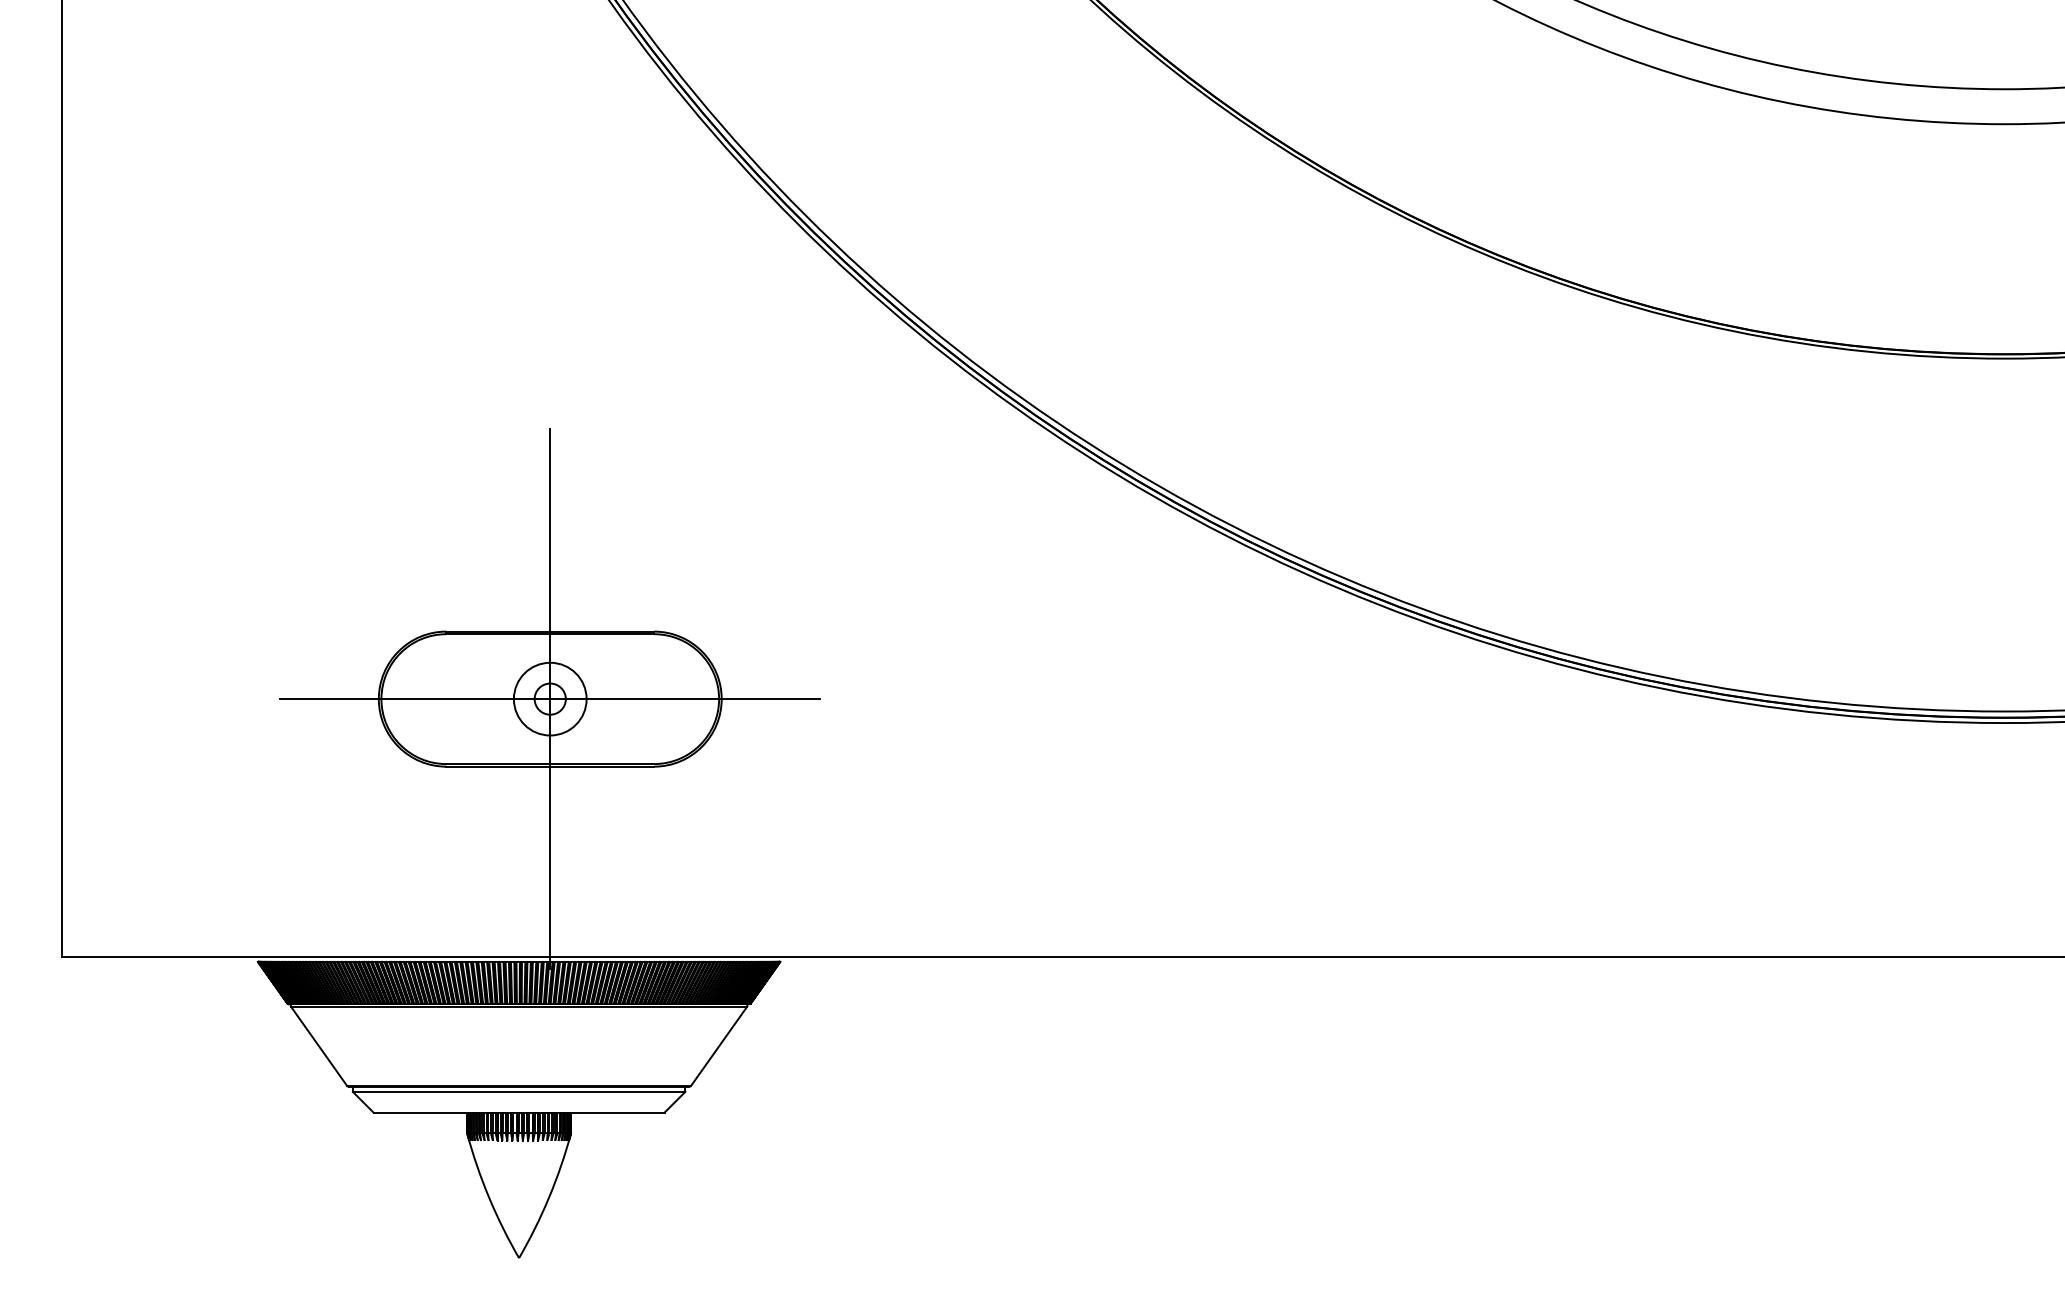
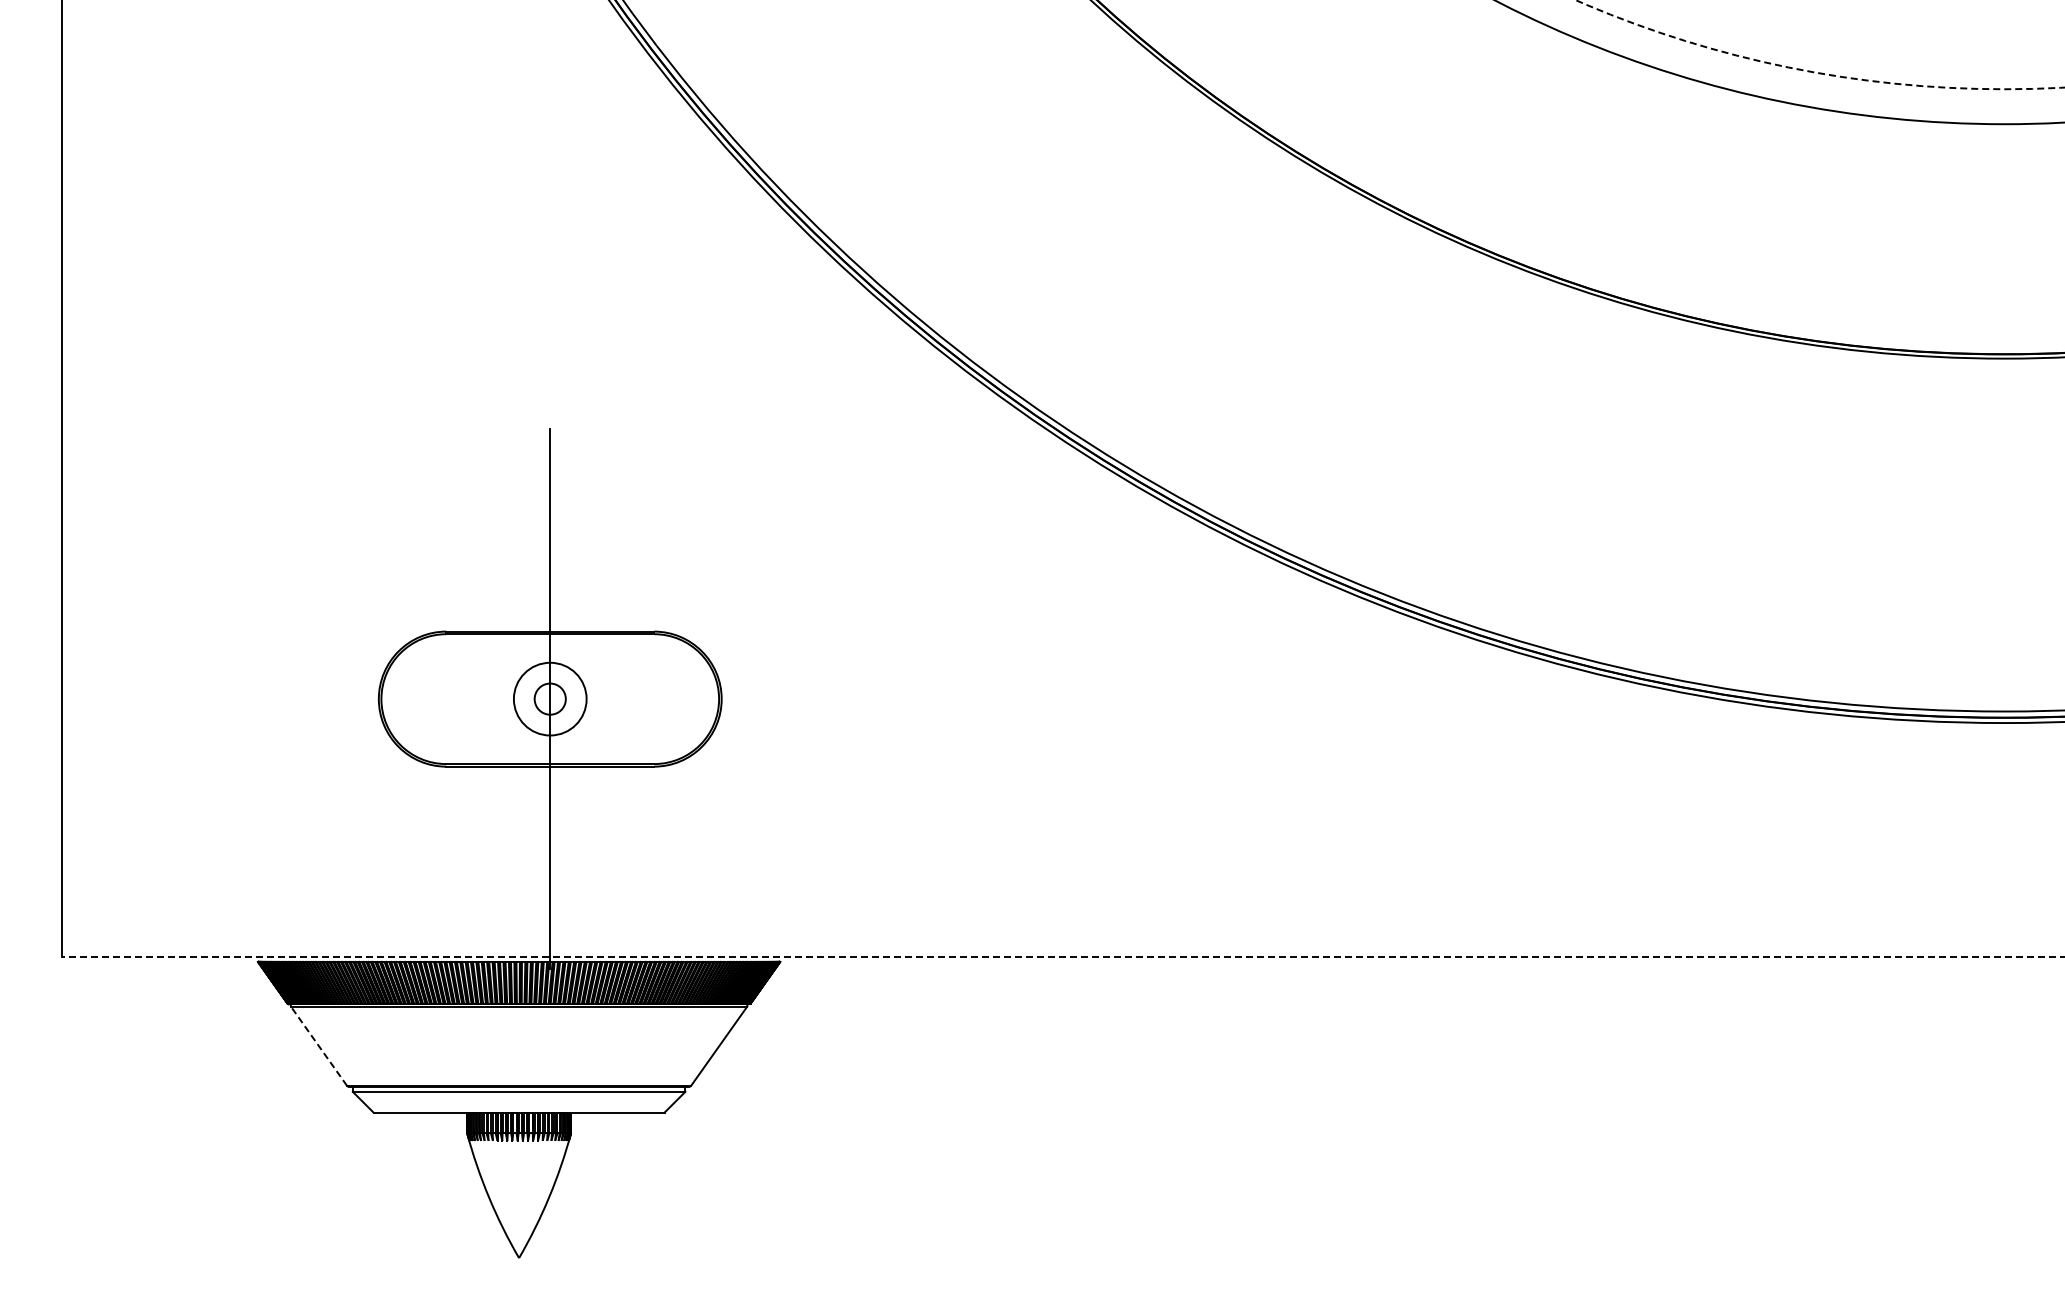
circle at (1819, 44): solid -> dashed
line at (550, 699): present -> none
line at (1062, 956): solid -> dashed
line at (318, 1045): solid -> dashed
